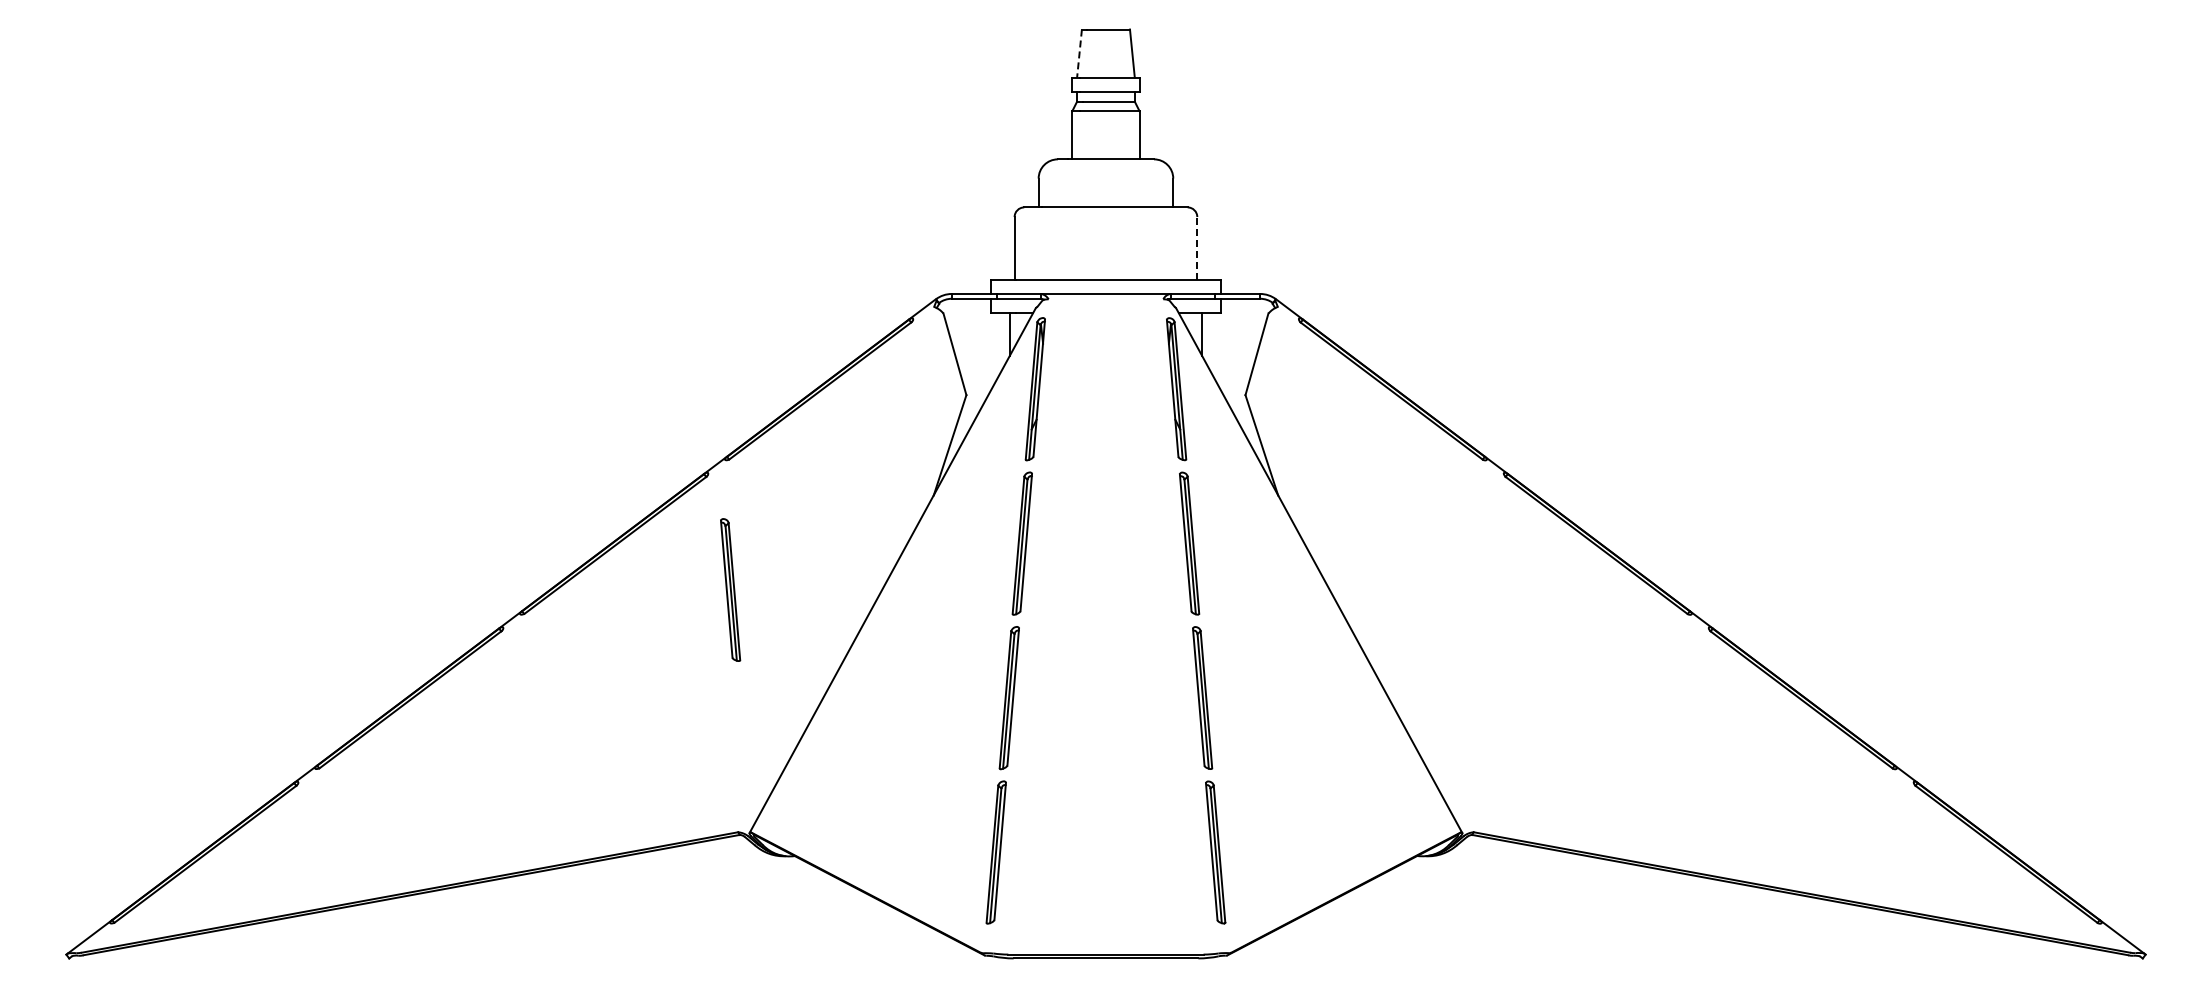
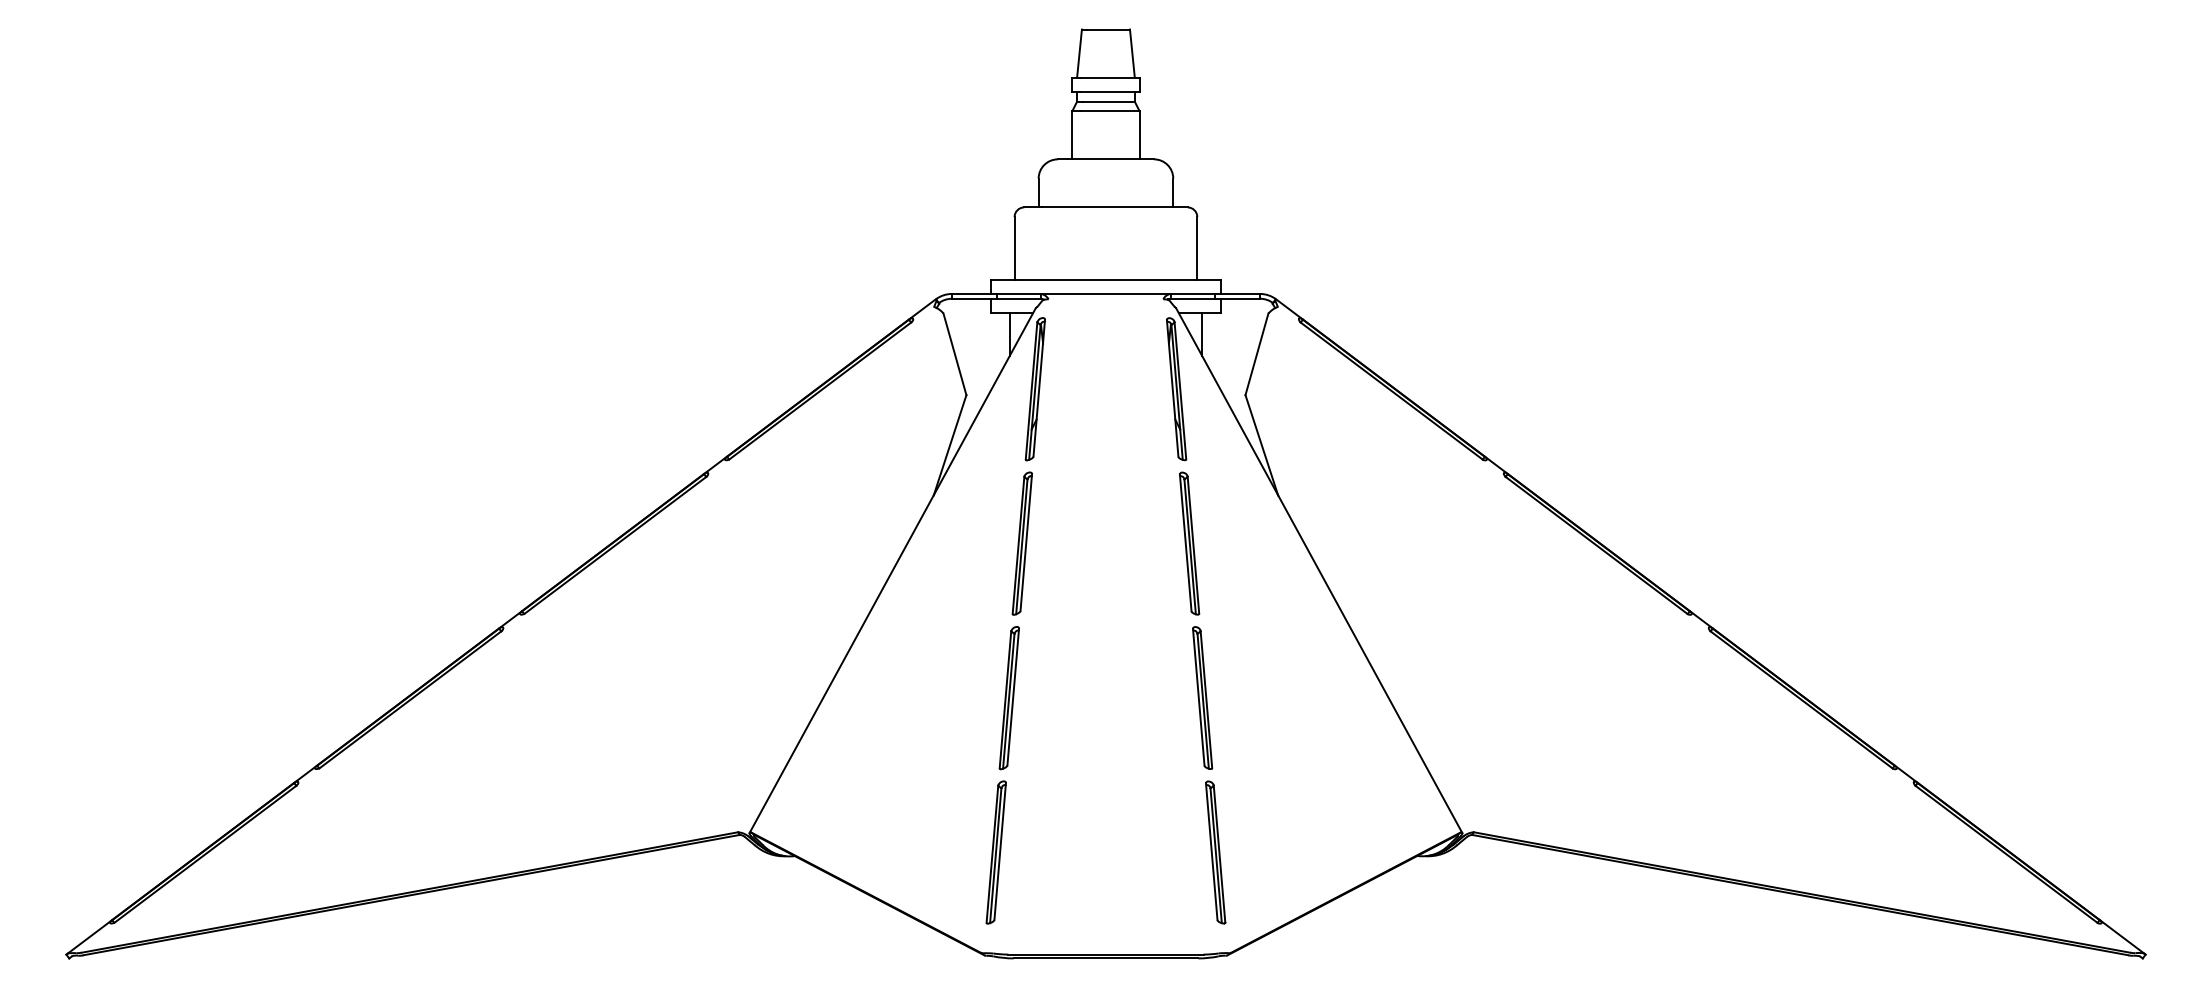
line at (1079, 54): dashed -> solid
line at (1197, 247): dashed -> solid
part at (730, 589): present -> none
